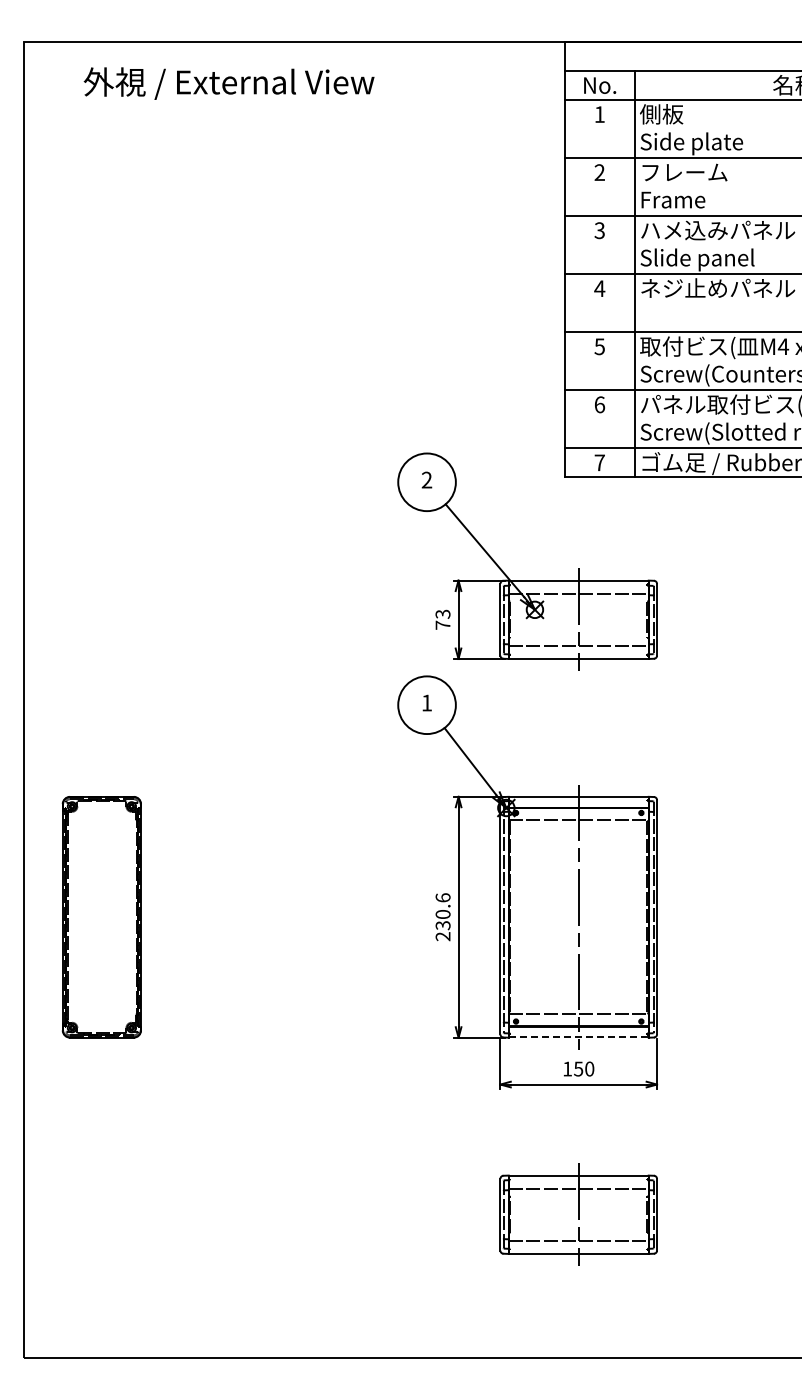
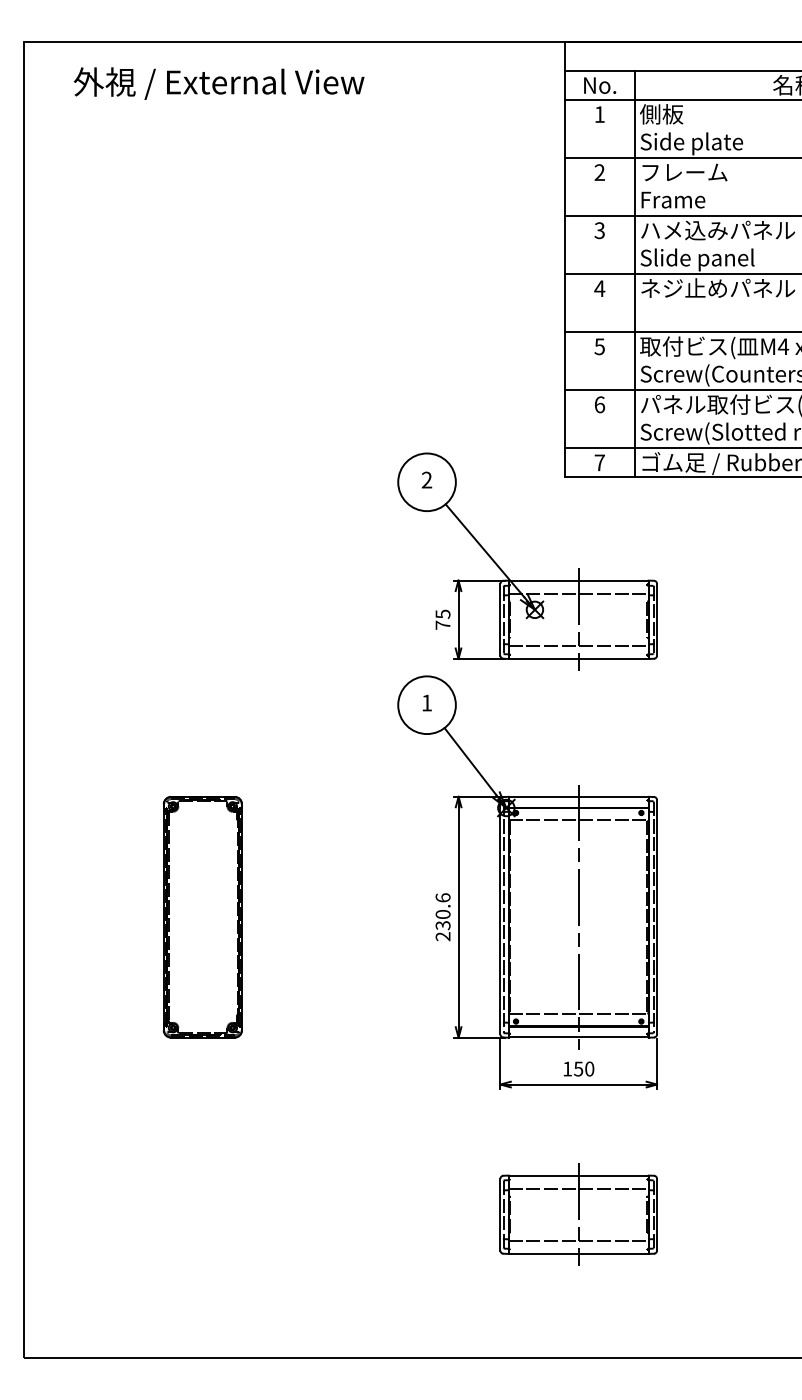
text at (228, 83) position: (228, 83) -> (218, 83)
text at (442, 613): 73 -> 75
part at (101, 917) position: (101, 917) -> (202, 917)
line at (578, 1037): dashed -> solid
